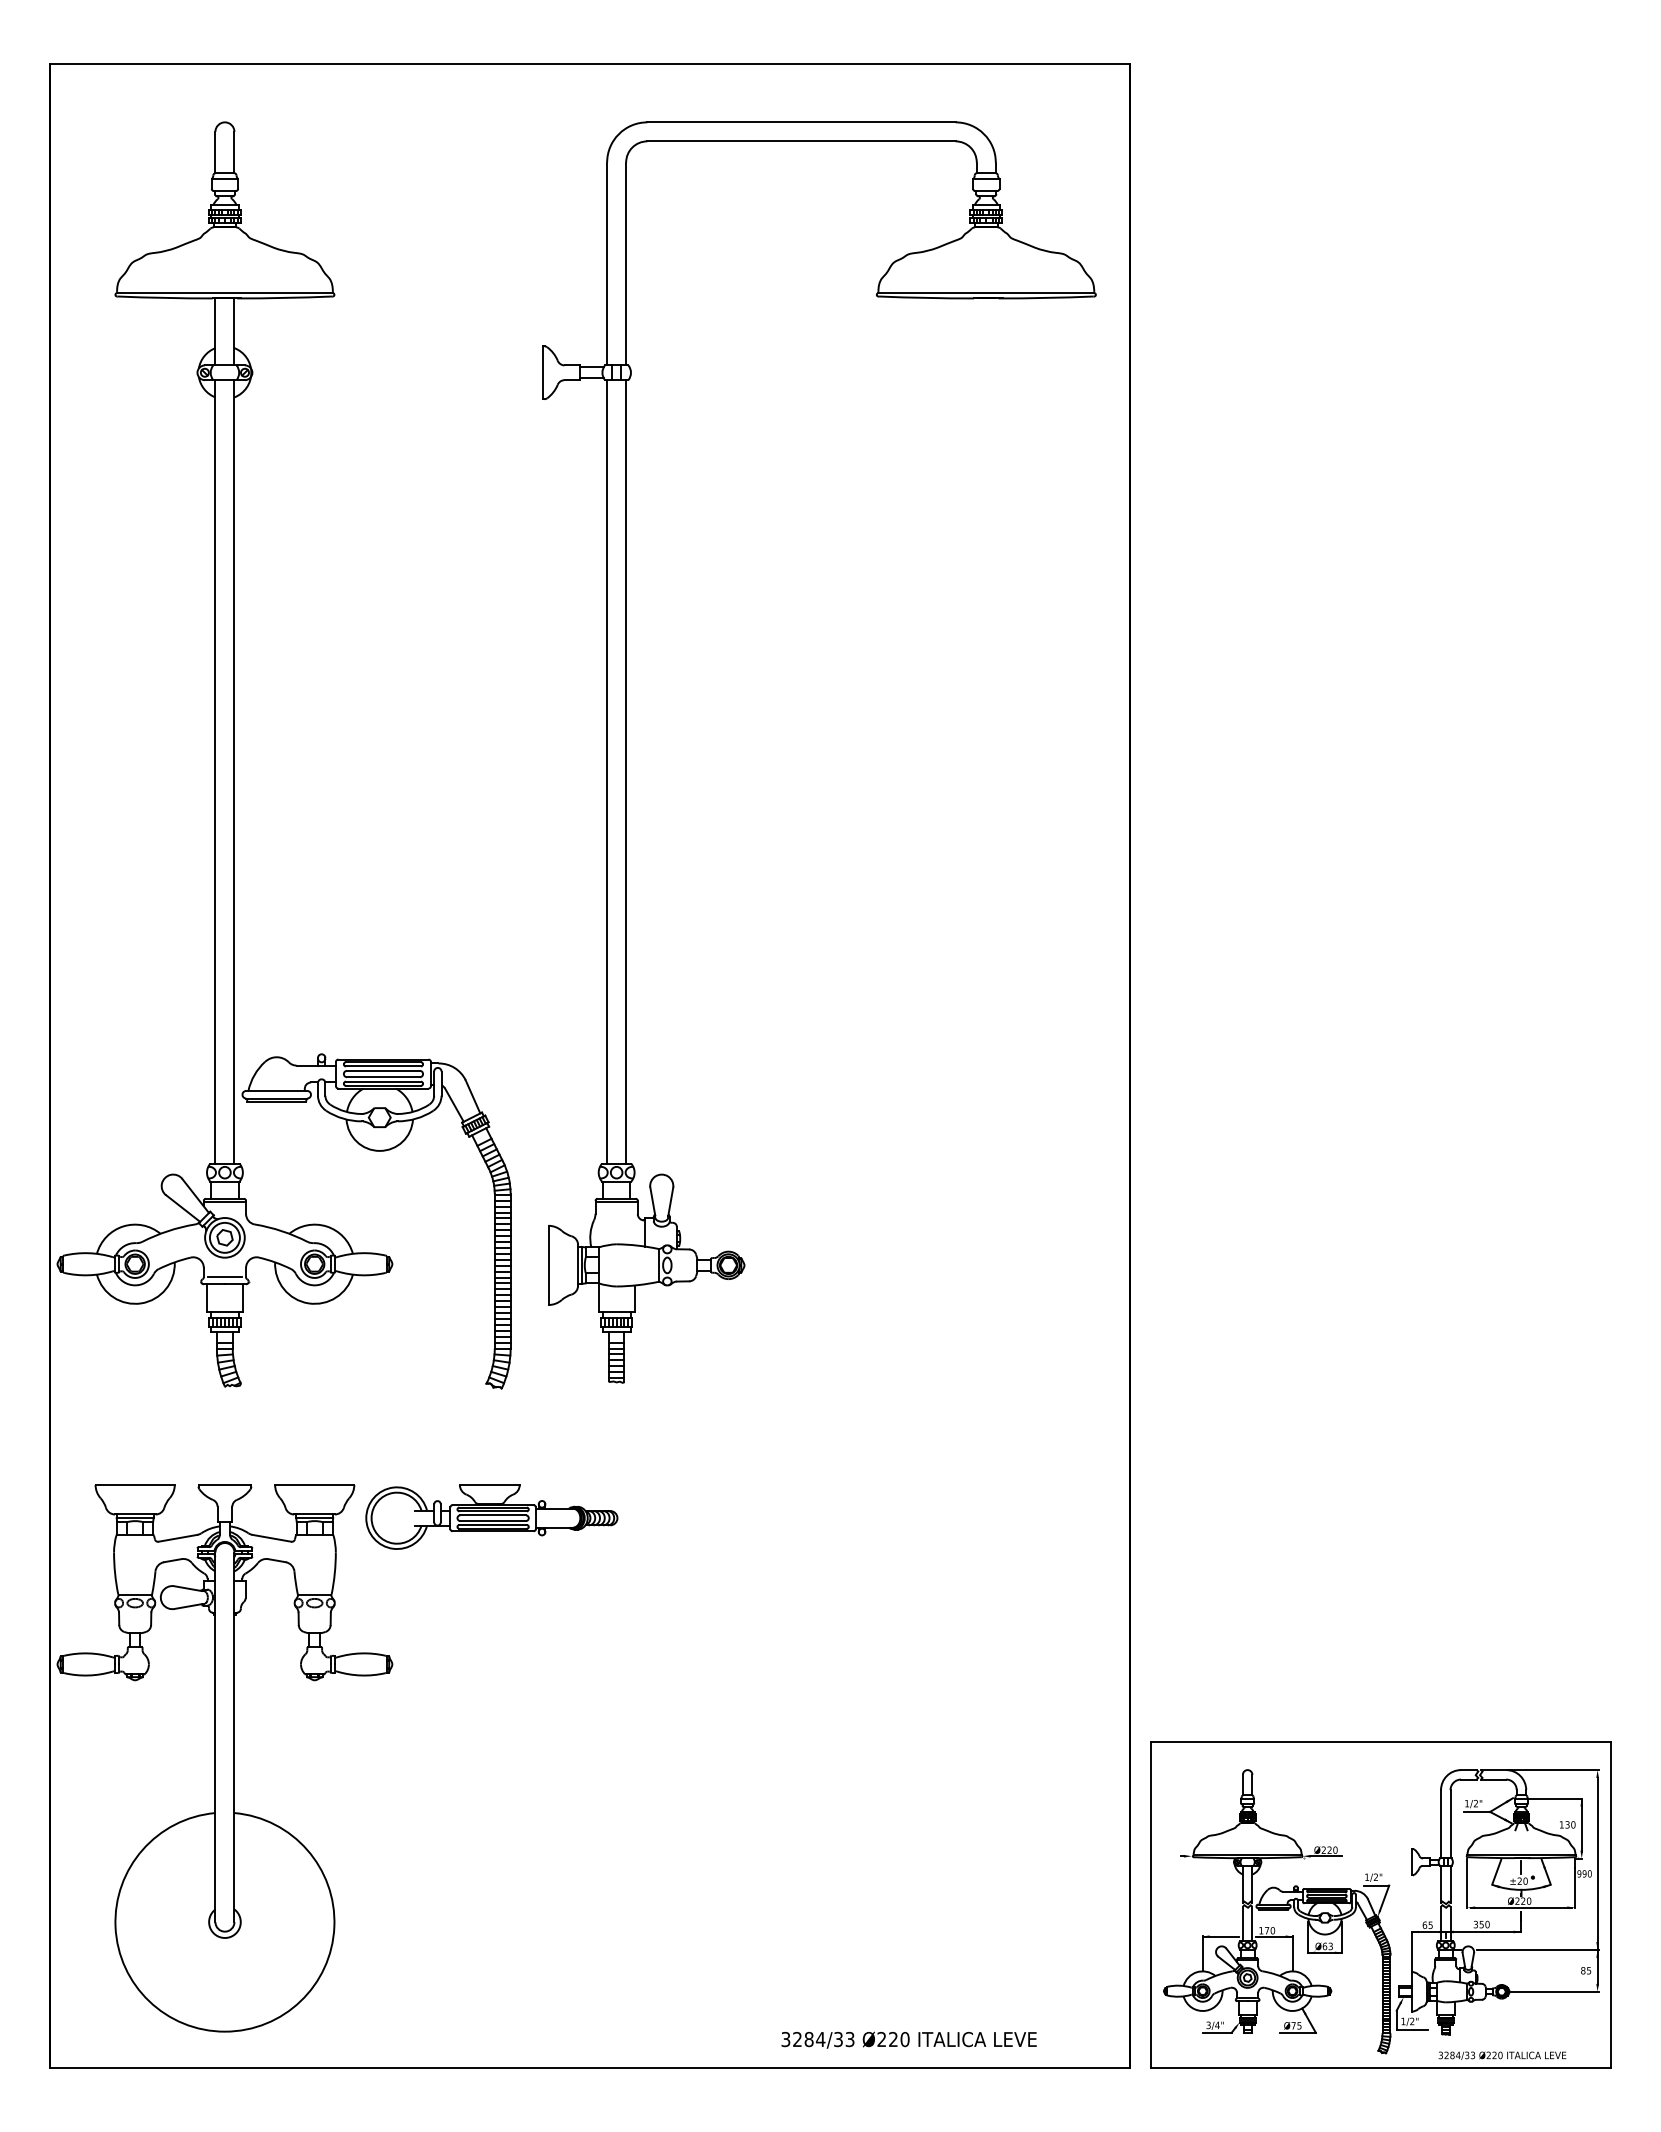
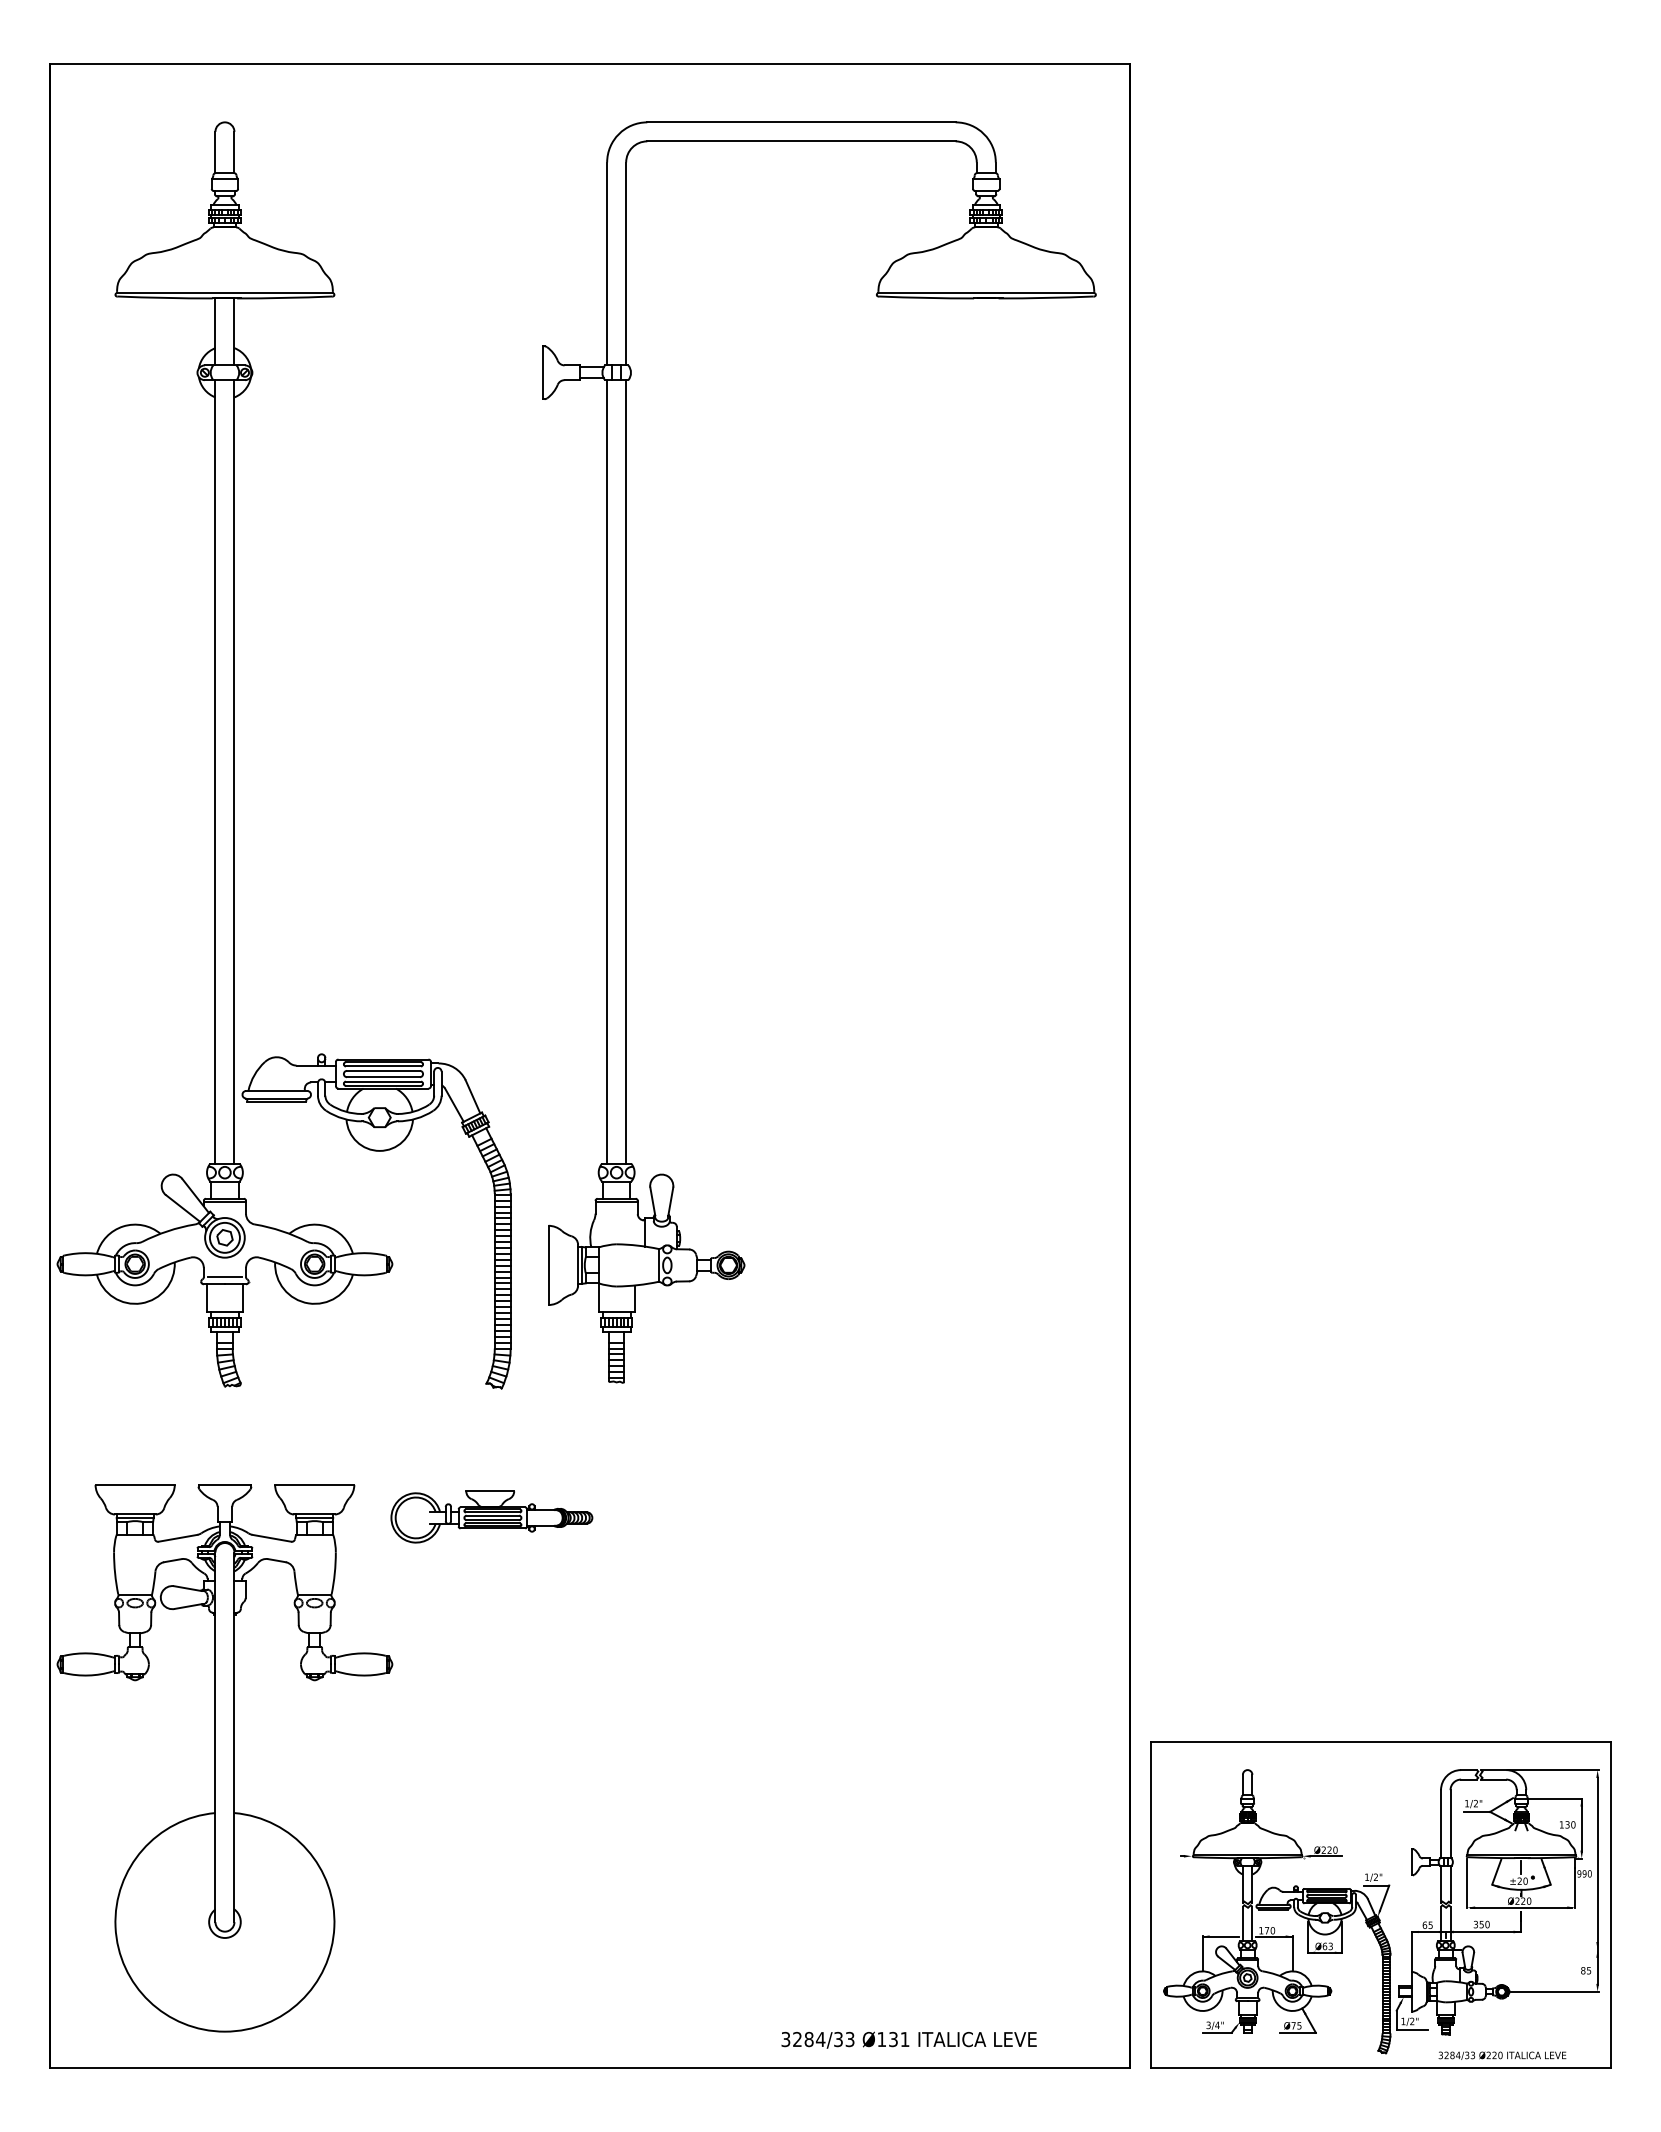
part at (491, 1516) size: 254x66 px -> 204x54 px
line at (1537, 1949): present -> none
text at (893, 2039): Ø220 -> Ø131
